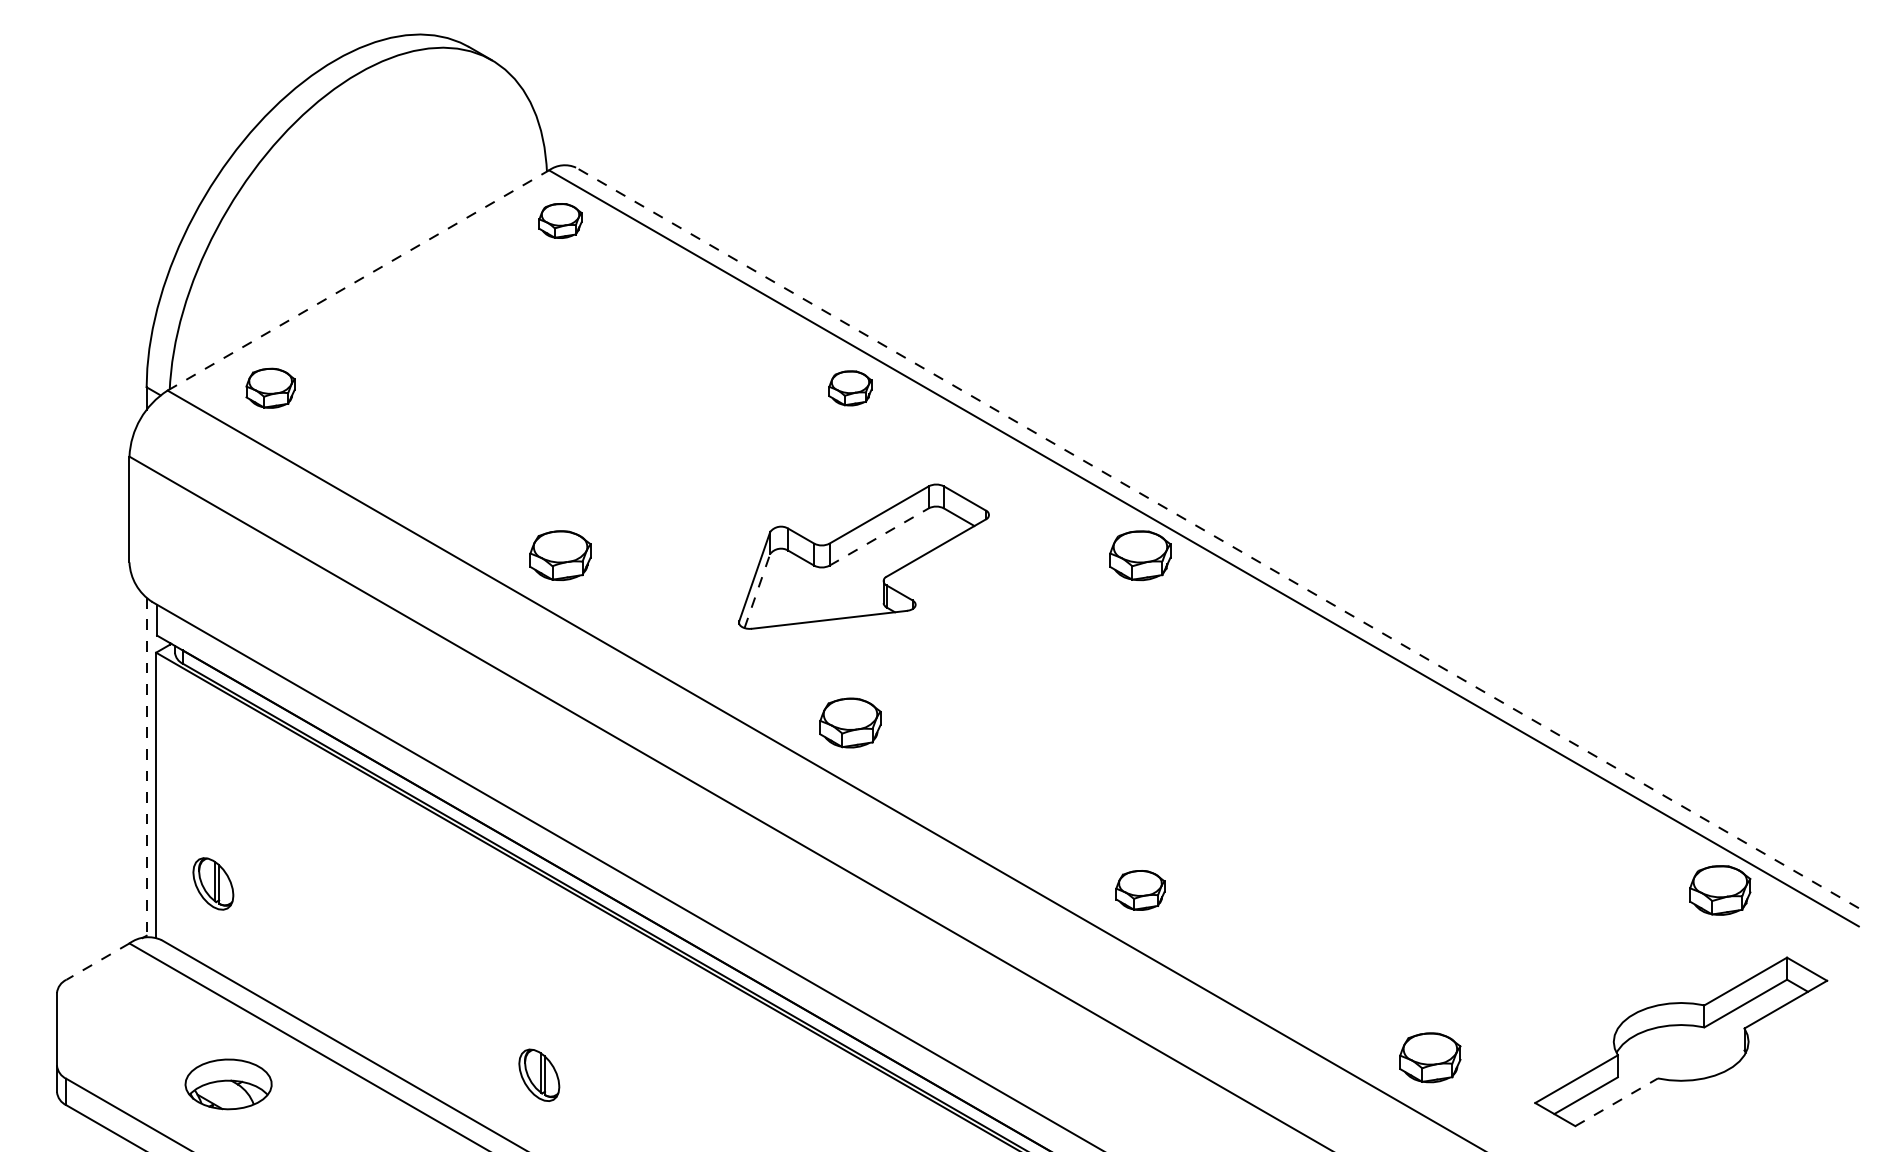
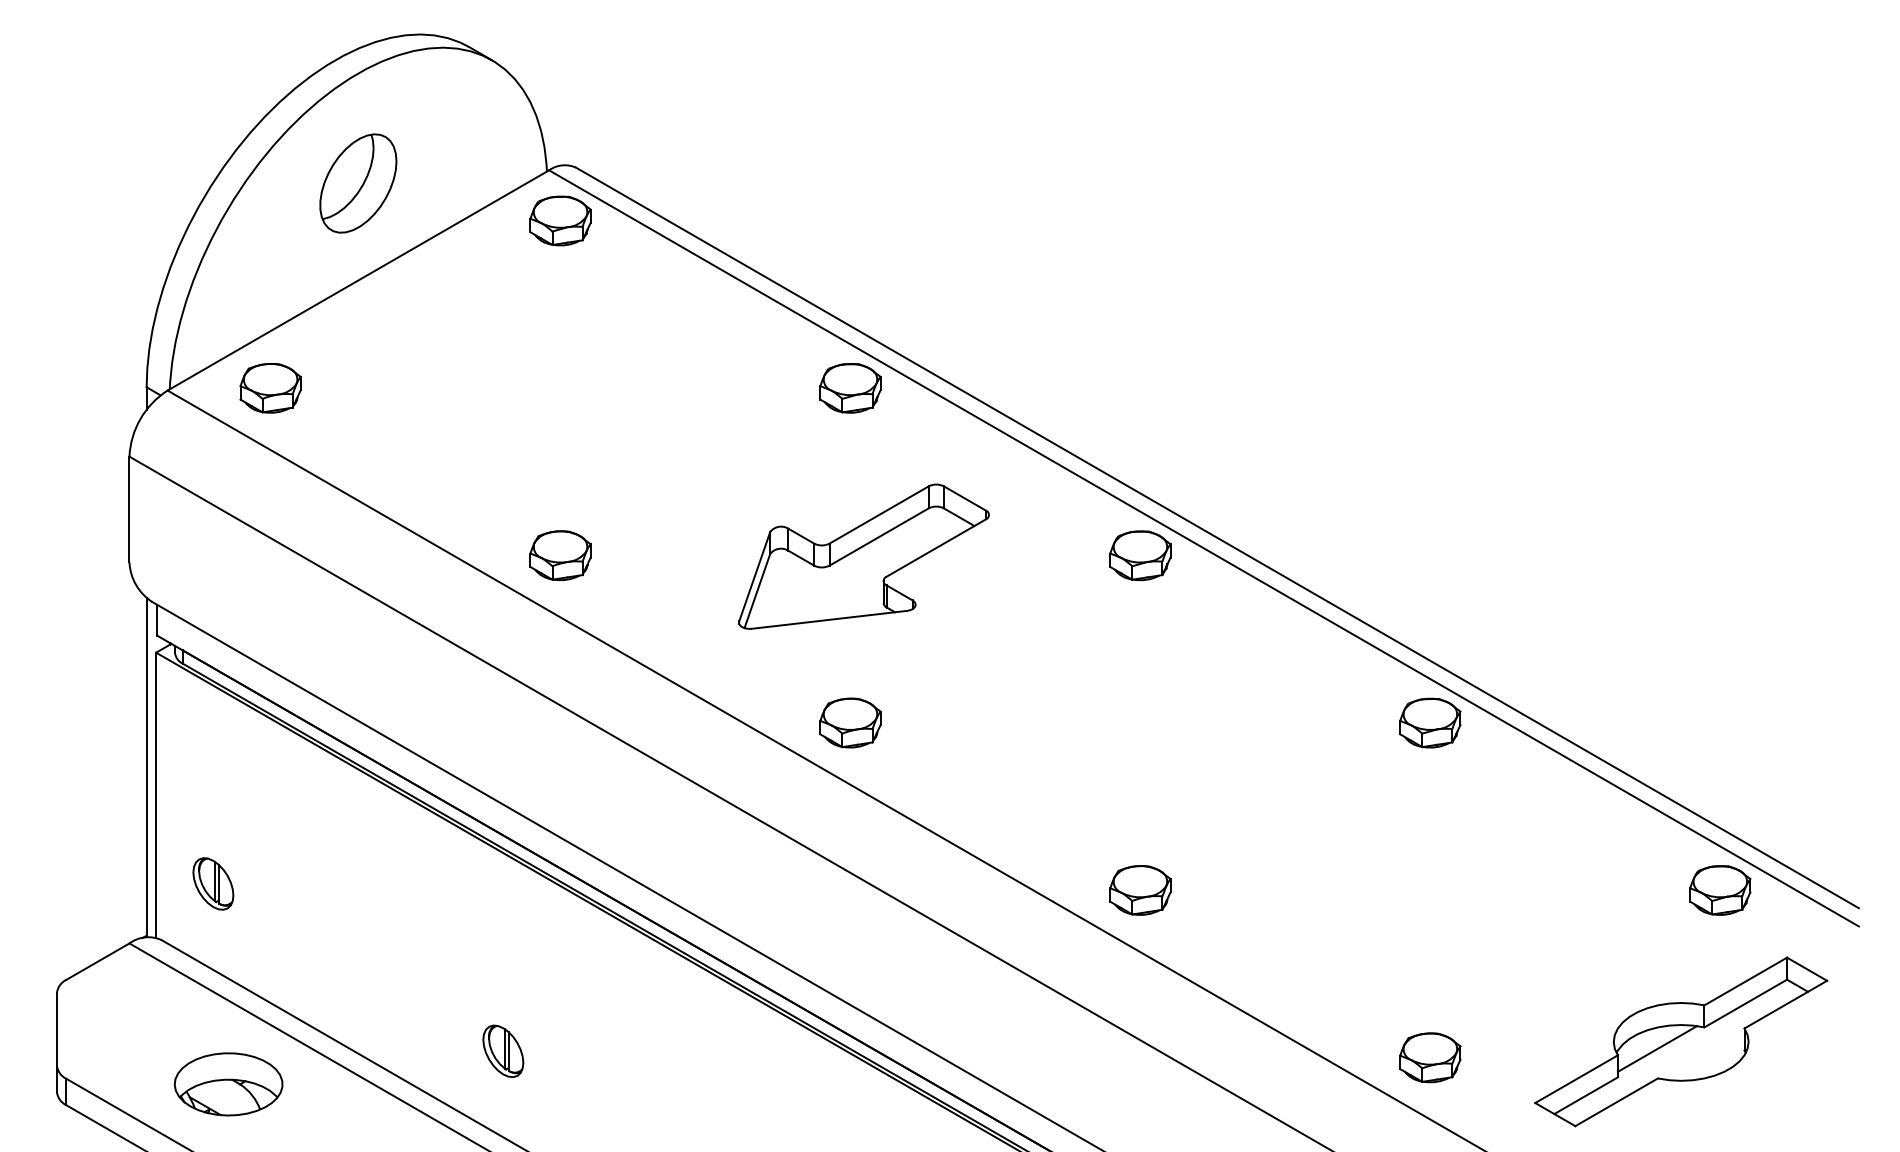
part at (358, 183): none -> present
part at (560, 220) size: 45x36 px -> 63x52 px
line at (358, 280): dashed -> solid
part at (270, 387) size: 51x42 px -> 63x51 px
part at (850, 388) size: 45x37 px -> 63x51 px
line at (879, 536): dashed -> solid
line at (1217, 537): dashed -> solid
line at (757, 590): dashed -> solid
part at (1430, 722): none -> present
line at (146, 767): dashed -> solid
part at (1140, 890) size: 51x41 px -> 63x51 px
line at (97, 961): dashed -> solid
line at (1657, 1048): none -> present
part at (539, 1074) position: (539, 1074) -> (503, 1050)
part at (228, 1084) size: 89x53 px -> 111x65 px
line at (1616, 1102): dashed -> solid
